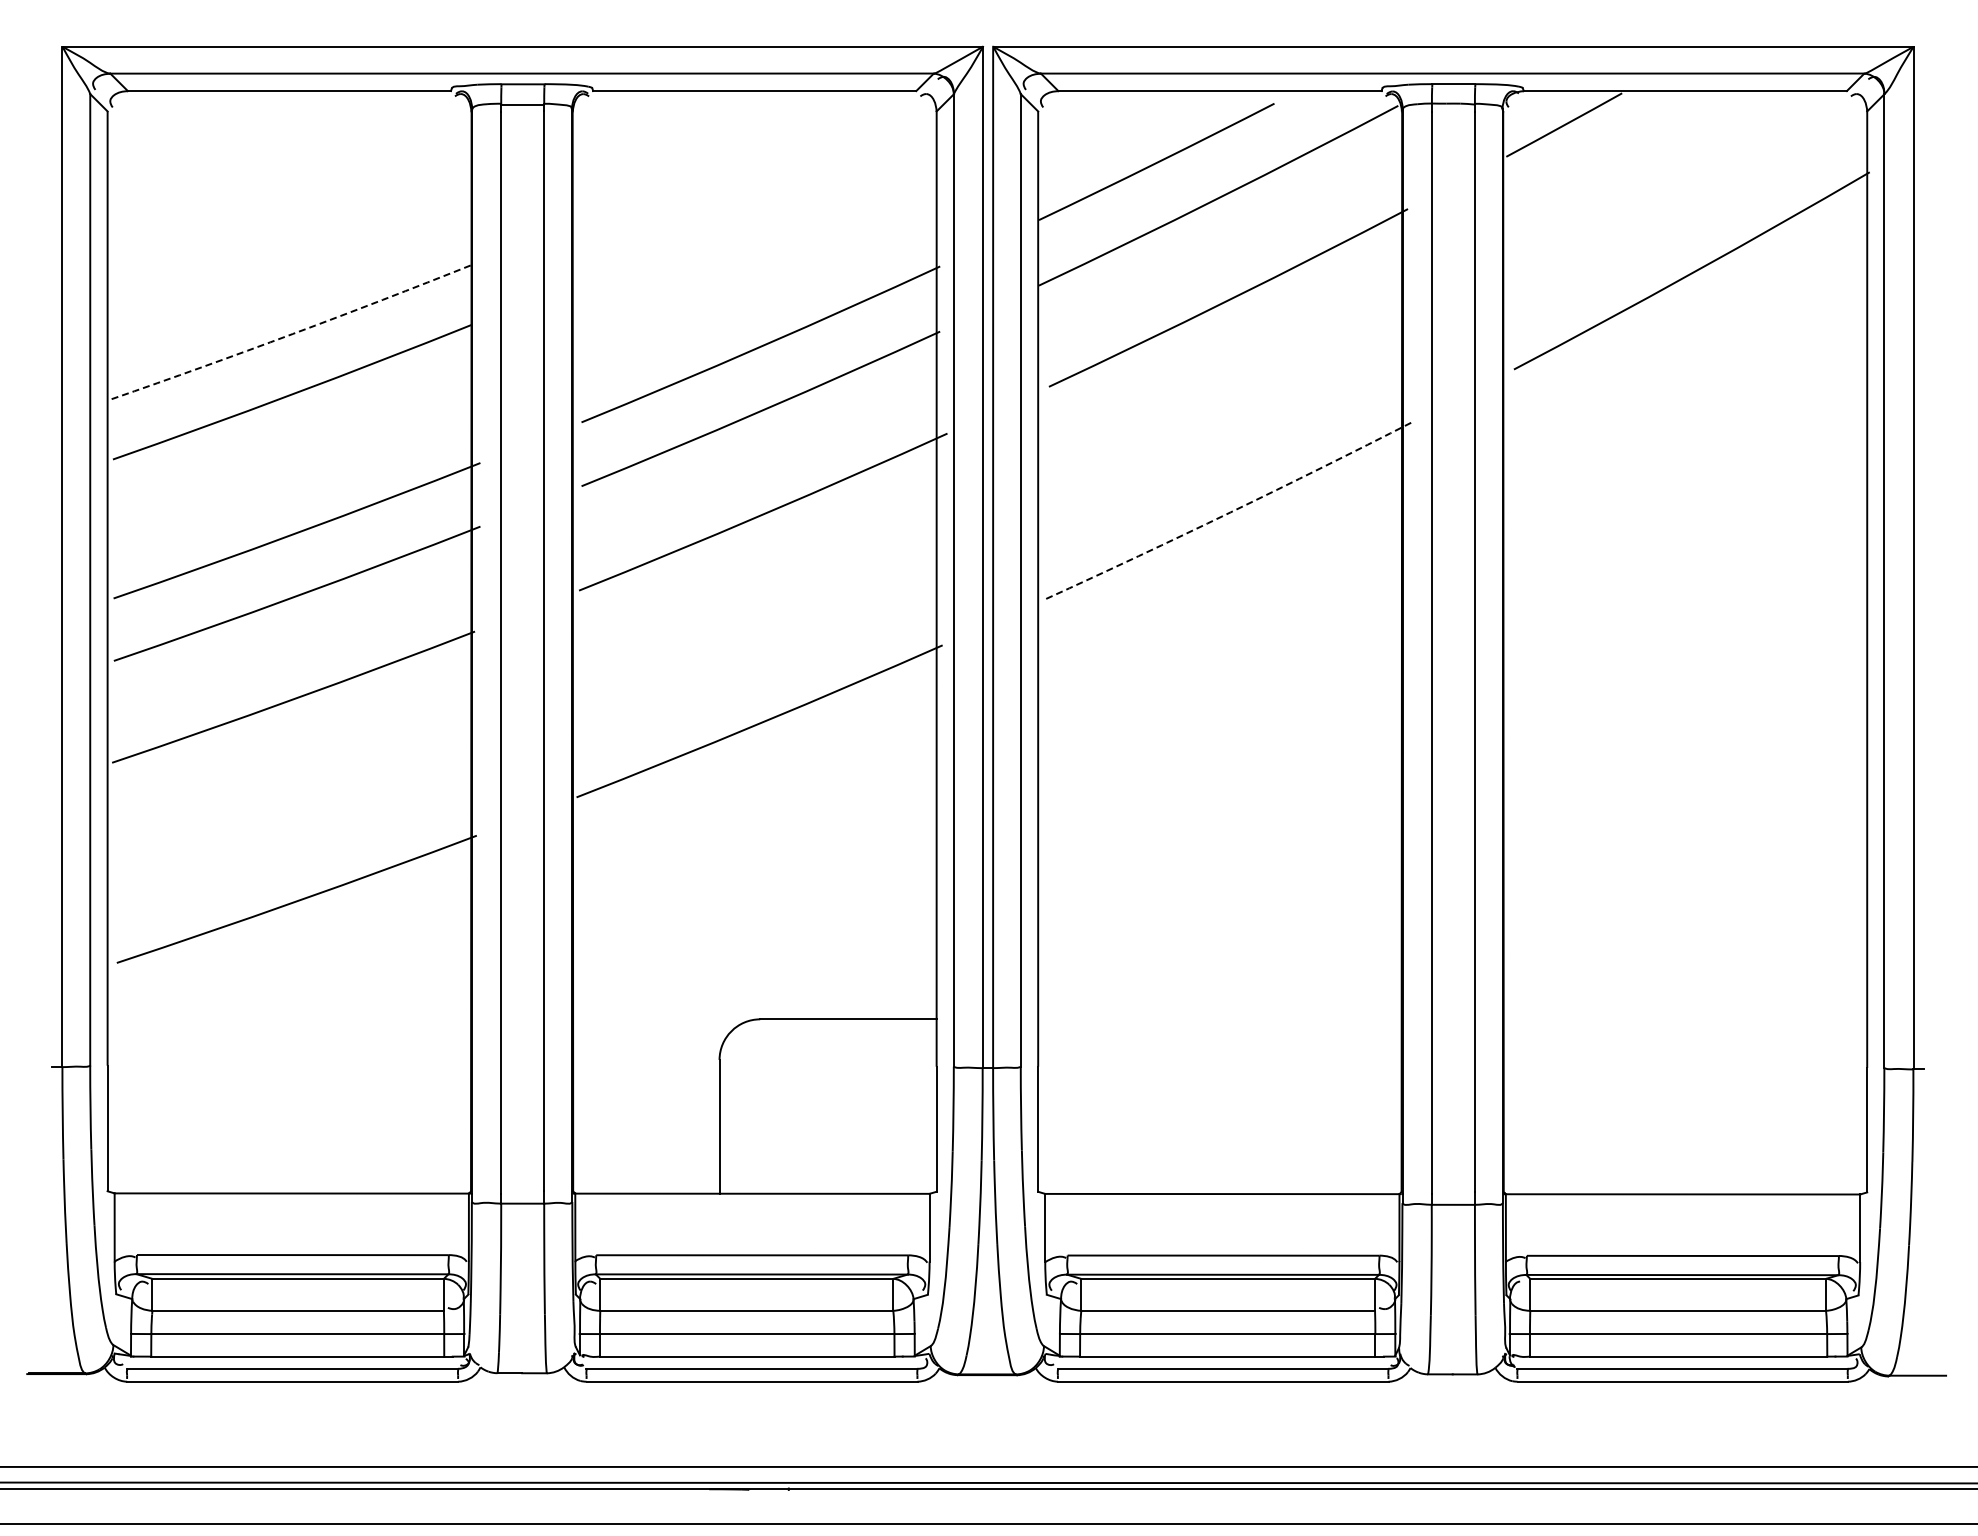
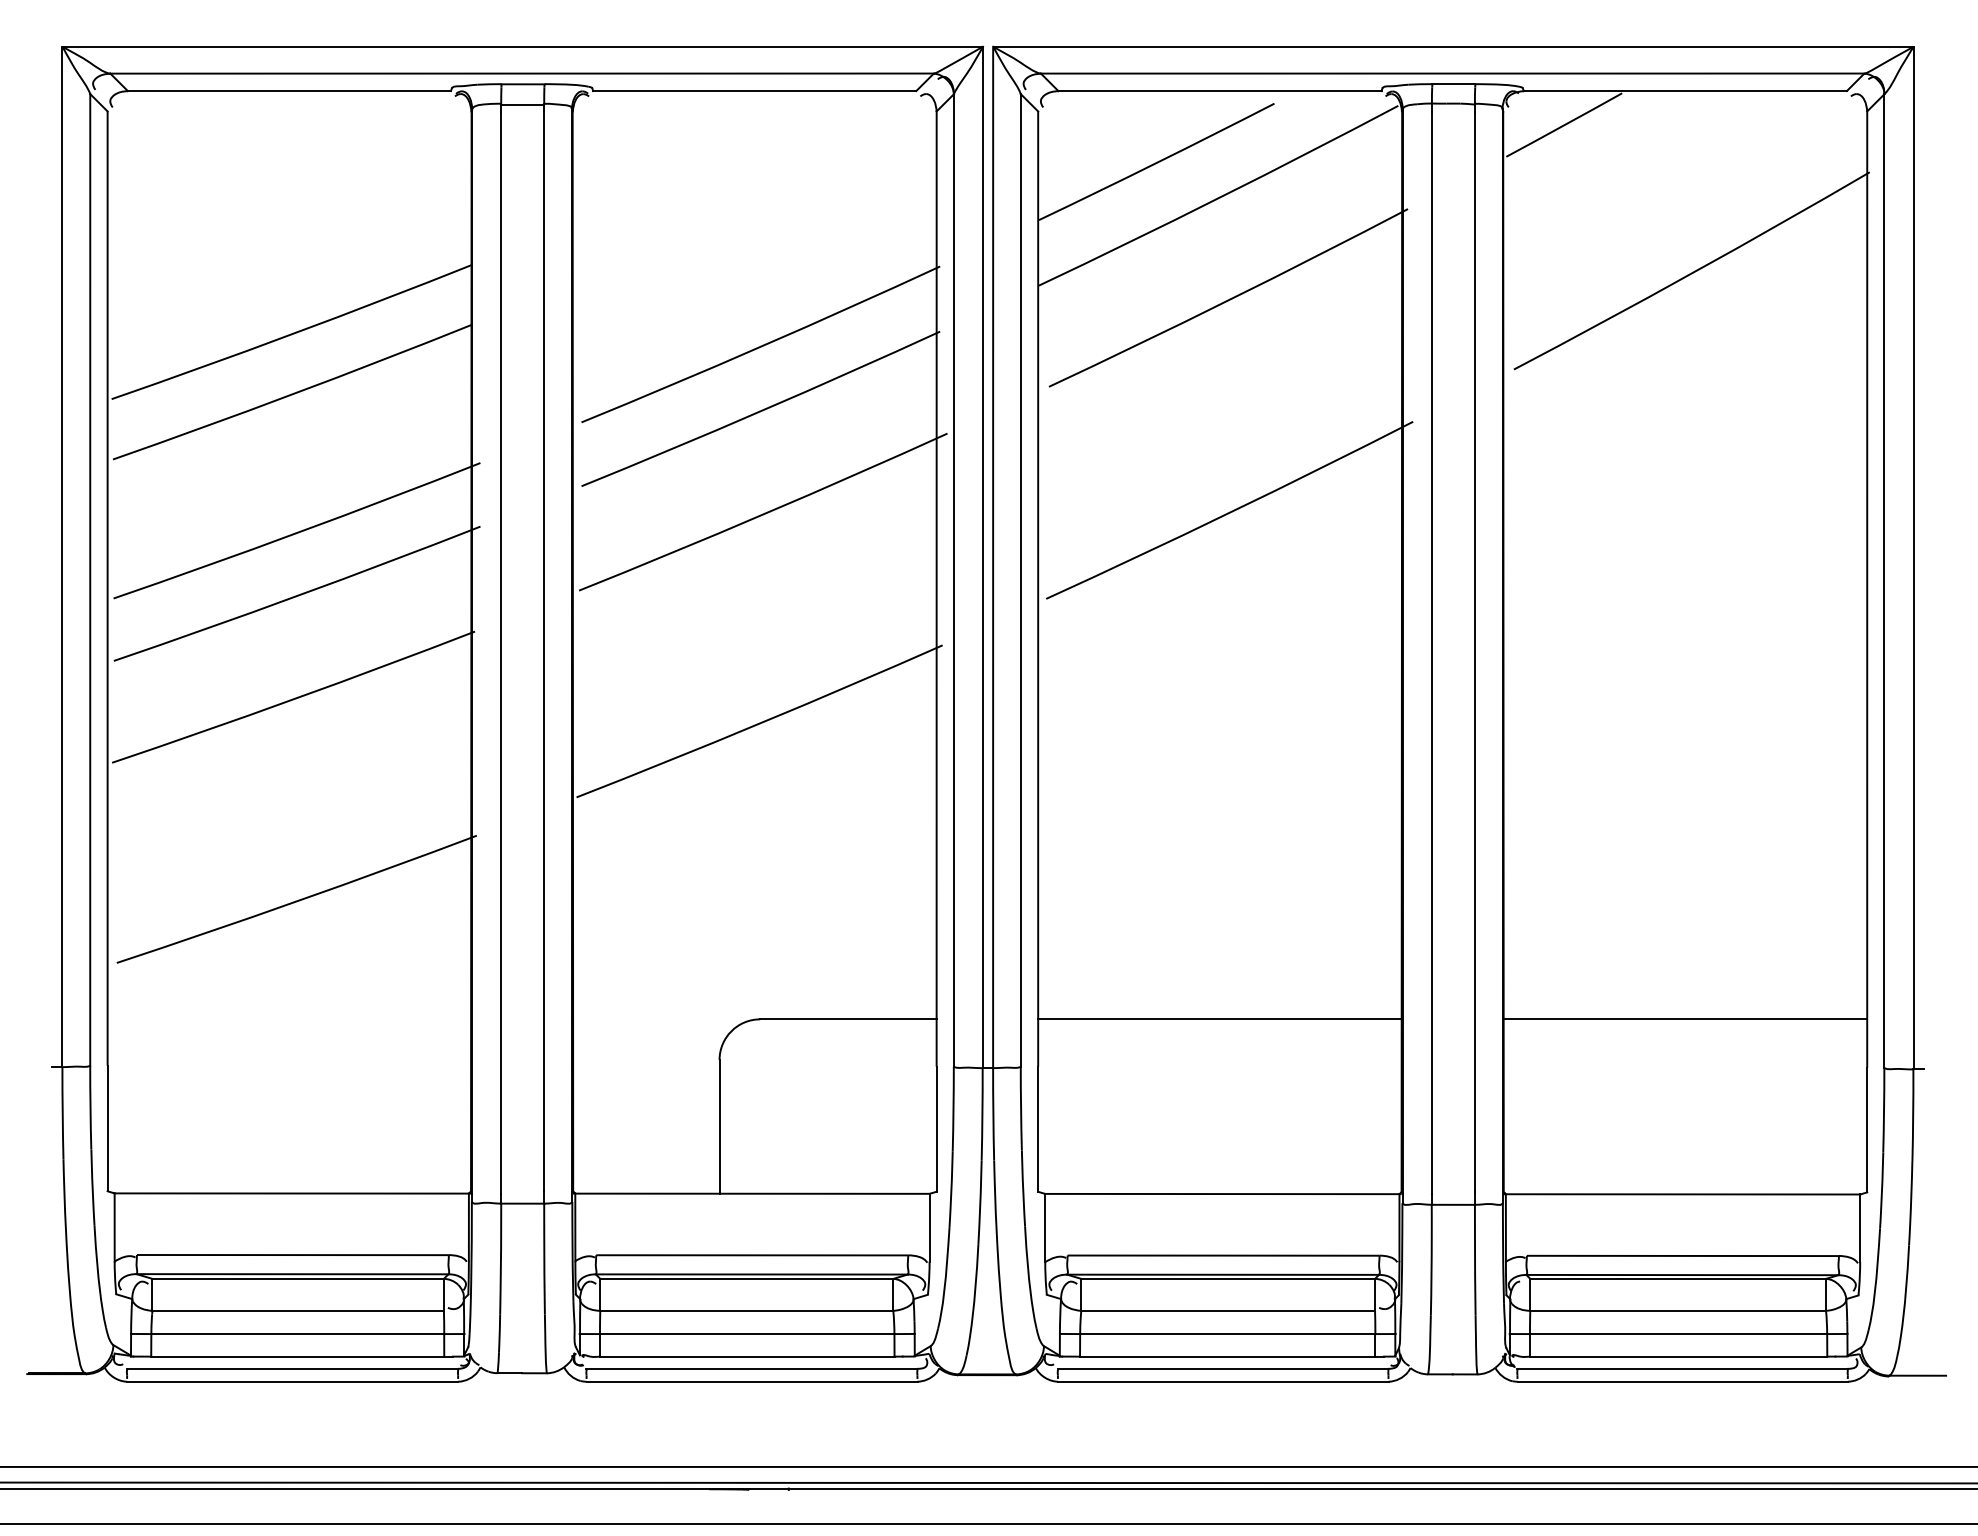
arc at (292, 333): dashed -> solid
arc at (1230, 512): dashed -> solid
line at (1219, 1019): none -> present
line at (1685, 1019): none -> present
